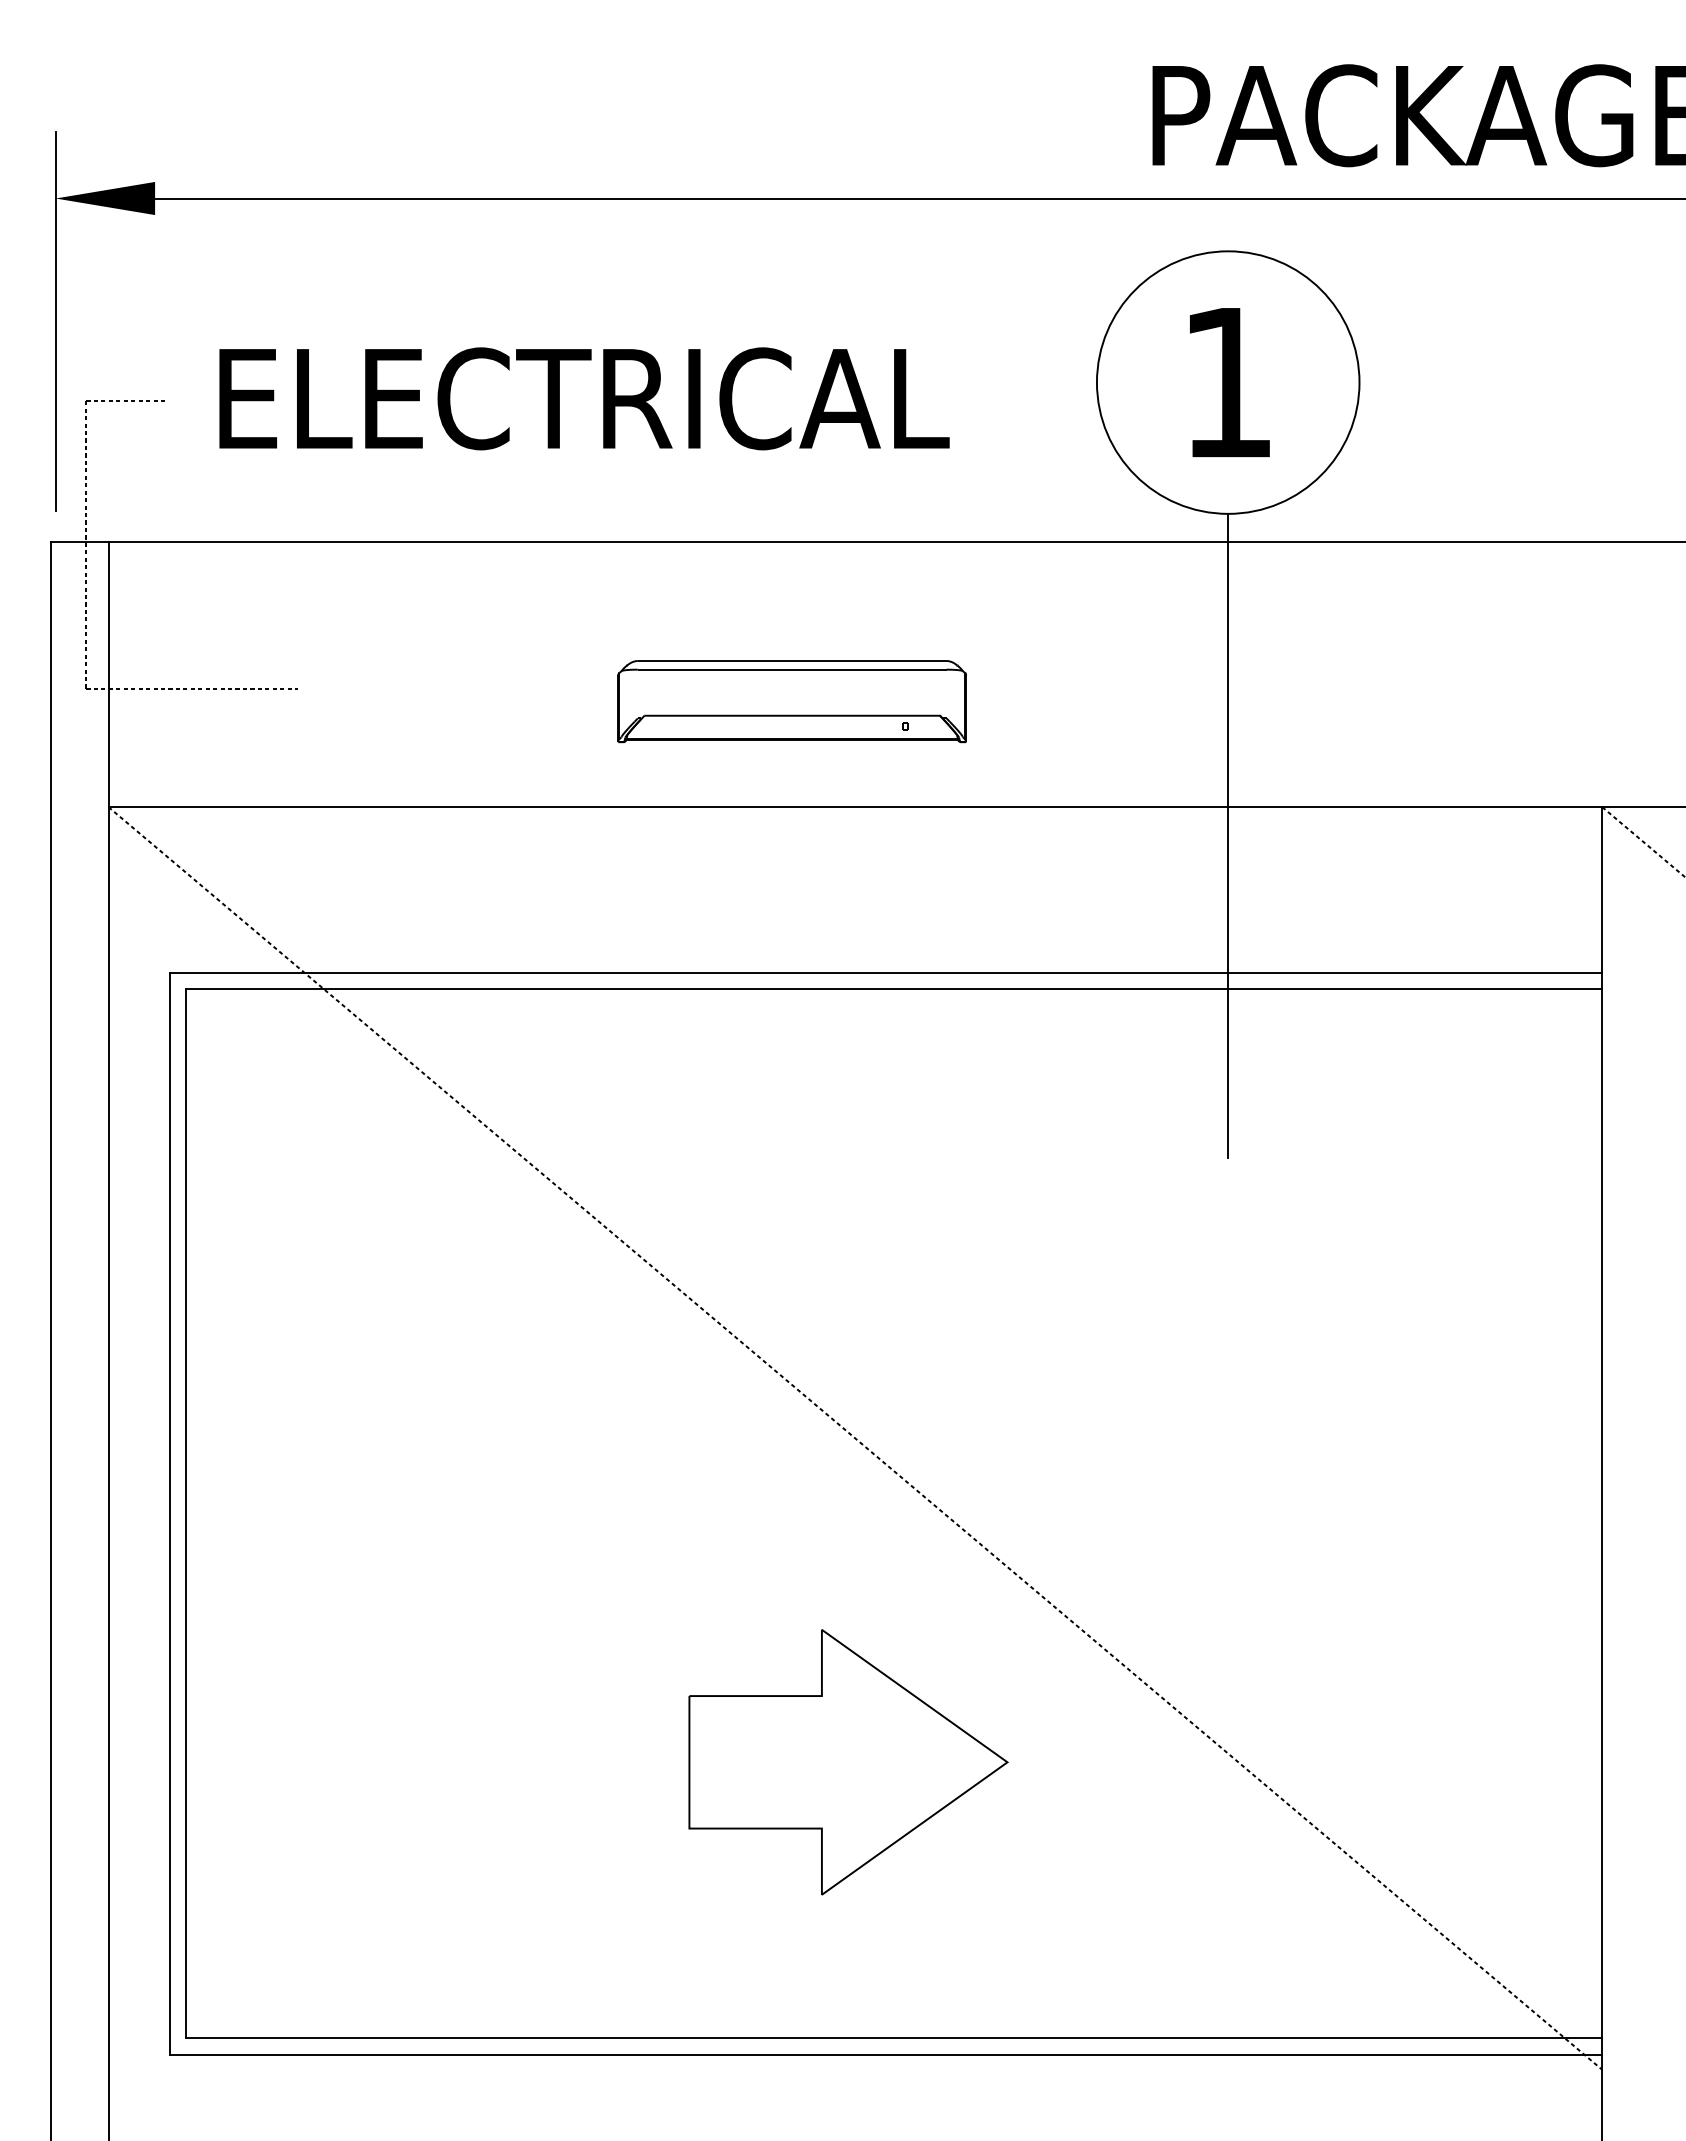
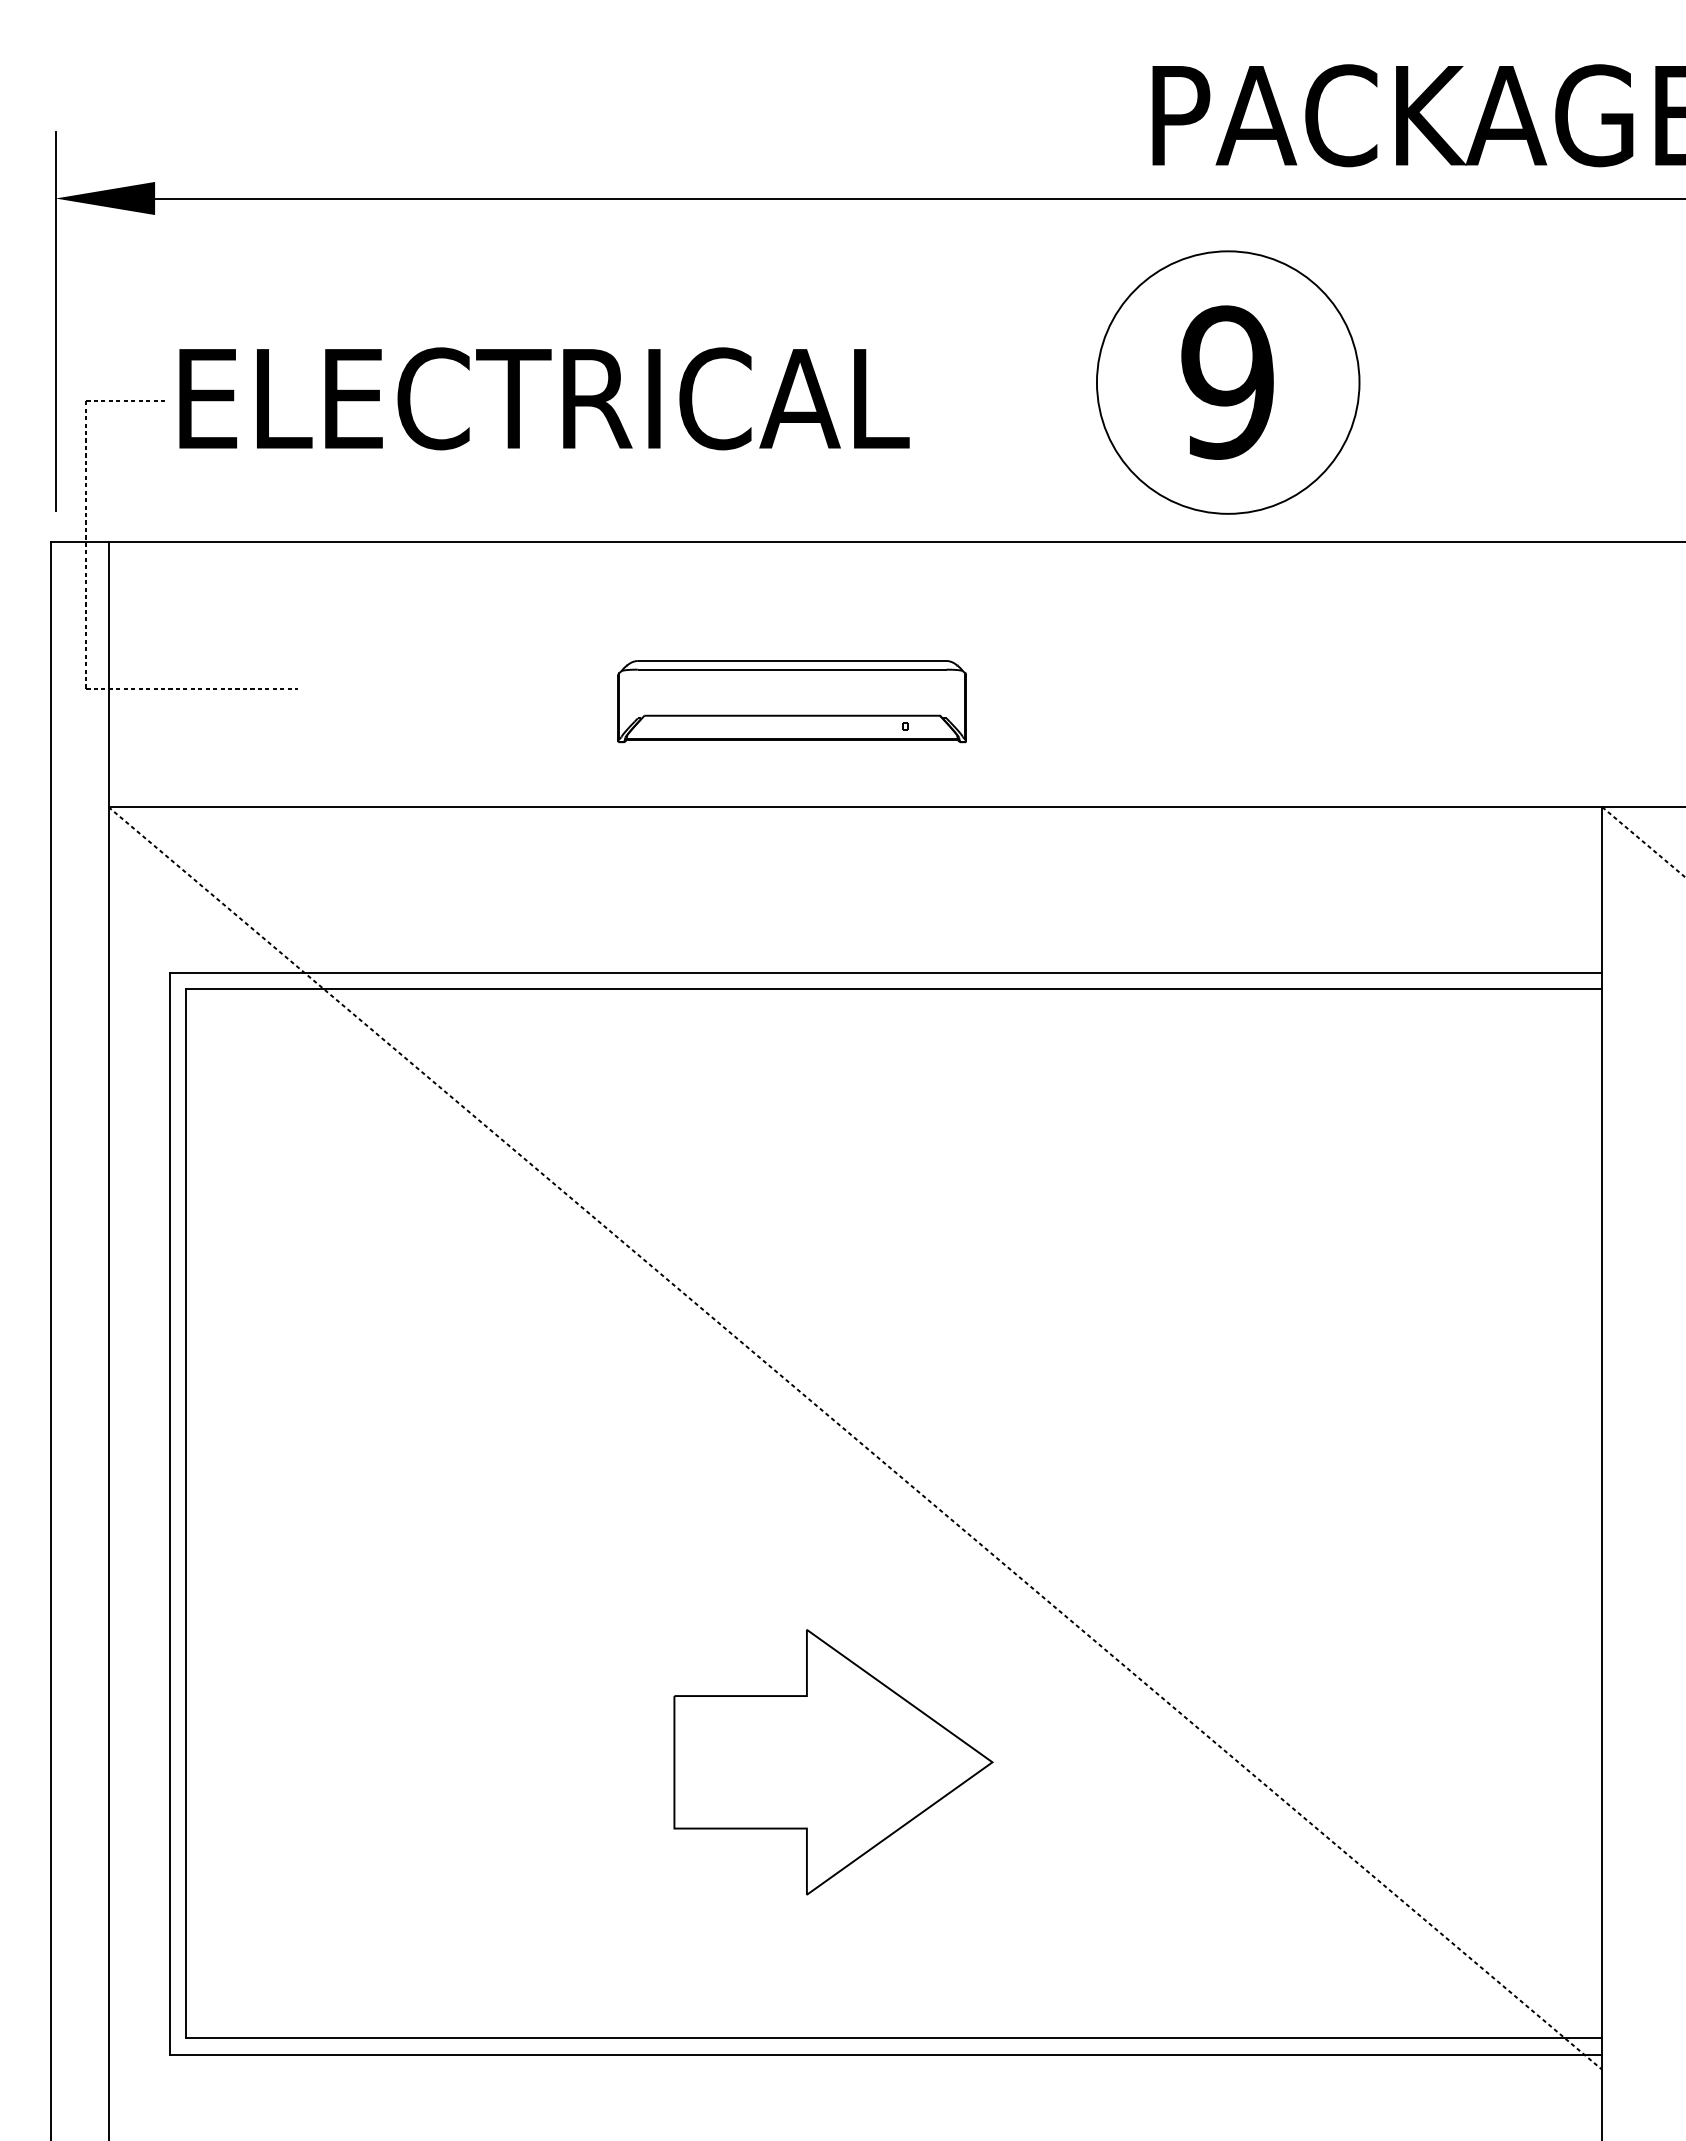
text at (1227, 382): 1 -> 9
text at (584, 398) position: (584, 398) -> (544, 398)
line at (1228, 835): present -> none
part at (848, 1762) position: (848, 1762) -> (833, 1762)
